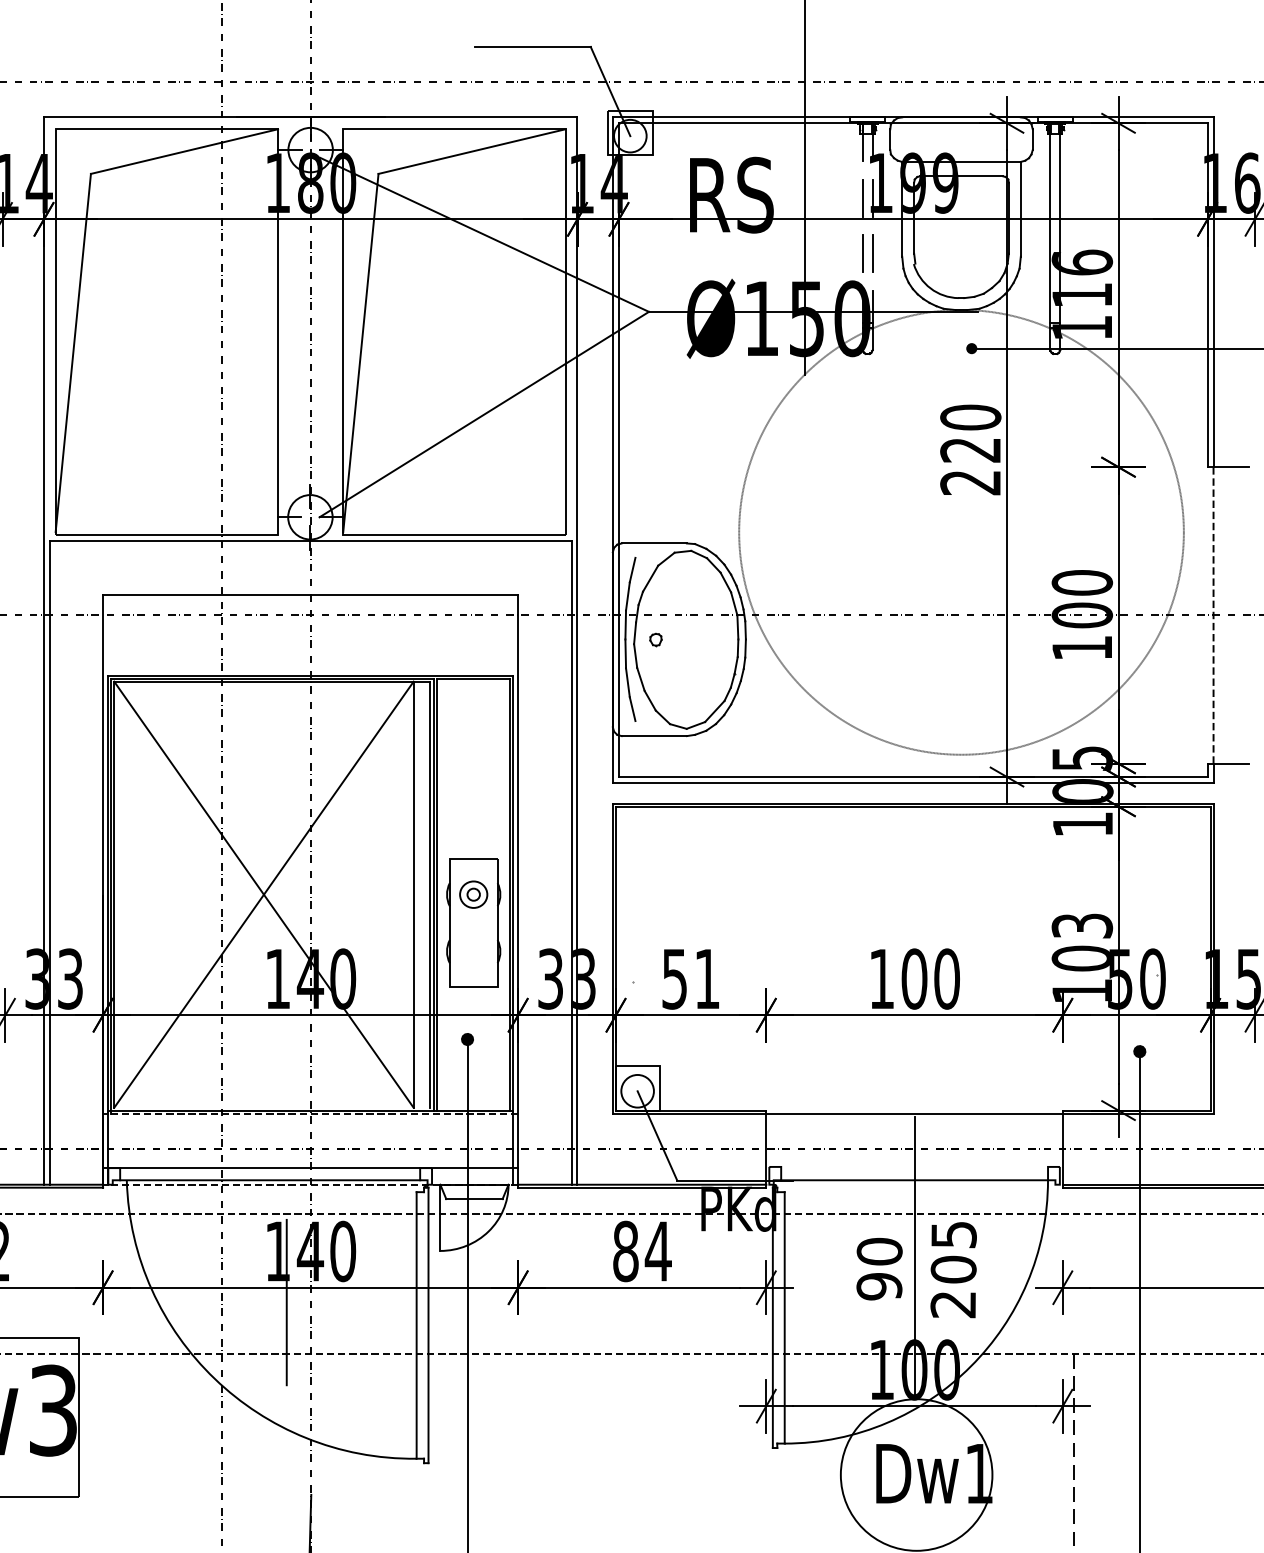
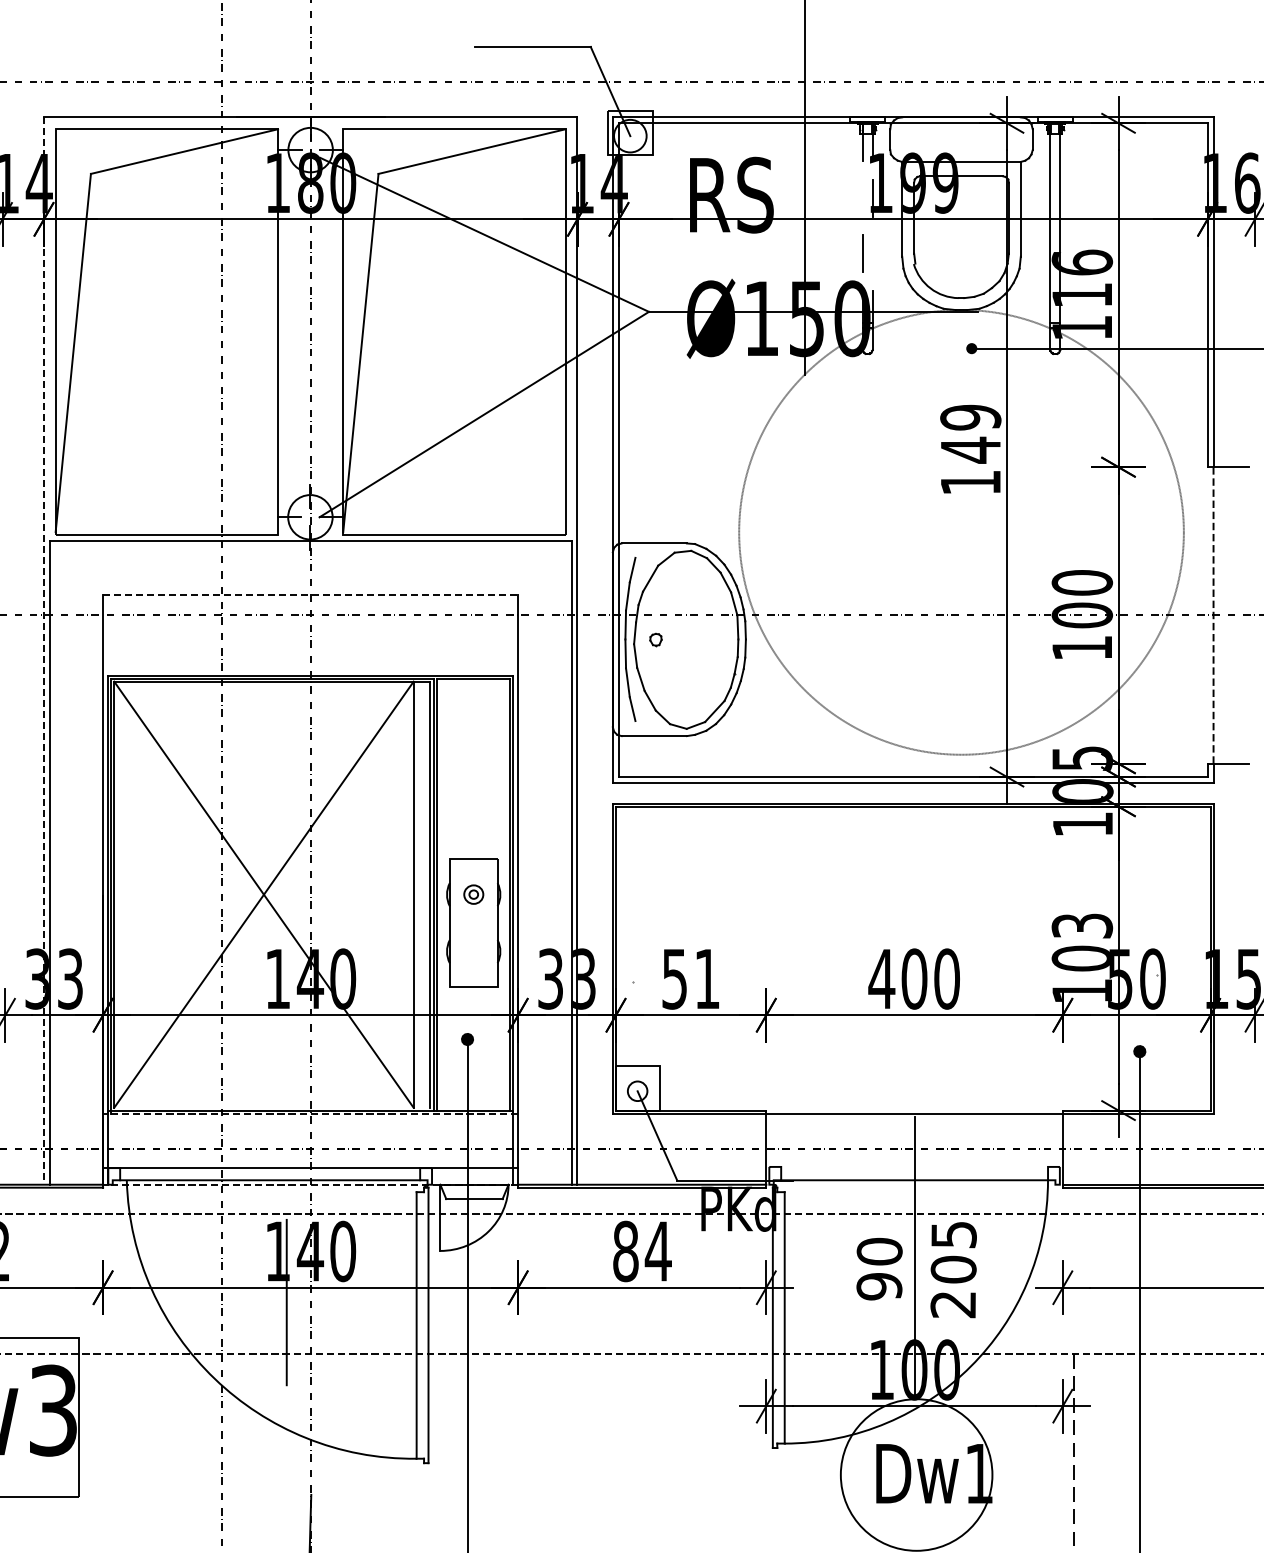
line at (862, 197): present -> none
line at (872, 253): present -> none
text at (970, 449): 220 -> 149
line at (310, 594): solid -> dashed
line at (44, 651): solid -> dashed
part at (473, 894) size: 30x29 px -> 22x21 px
text at (881, 978): 100 -> 400
circle at (637, 1090) diameter: 33 px -> 20 px
